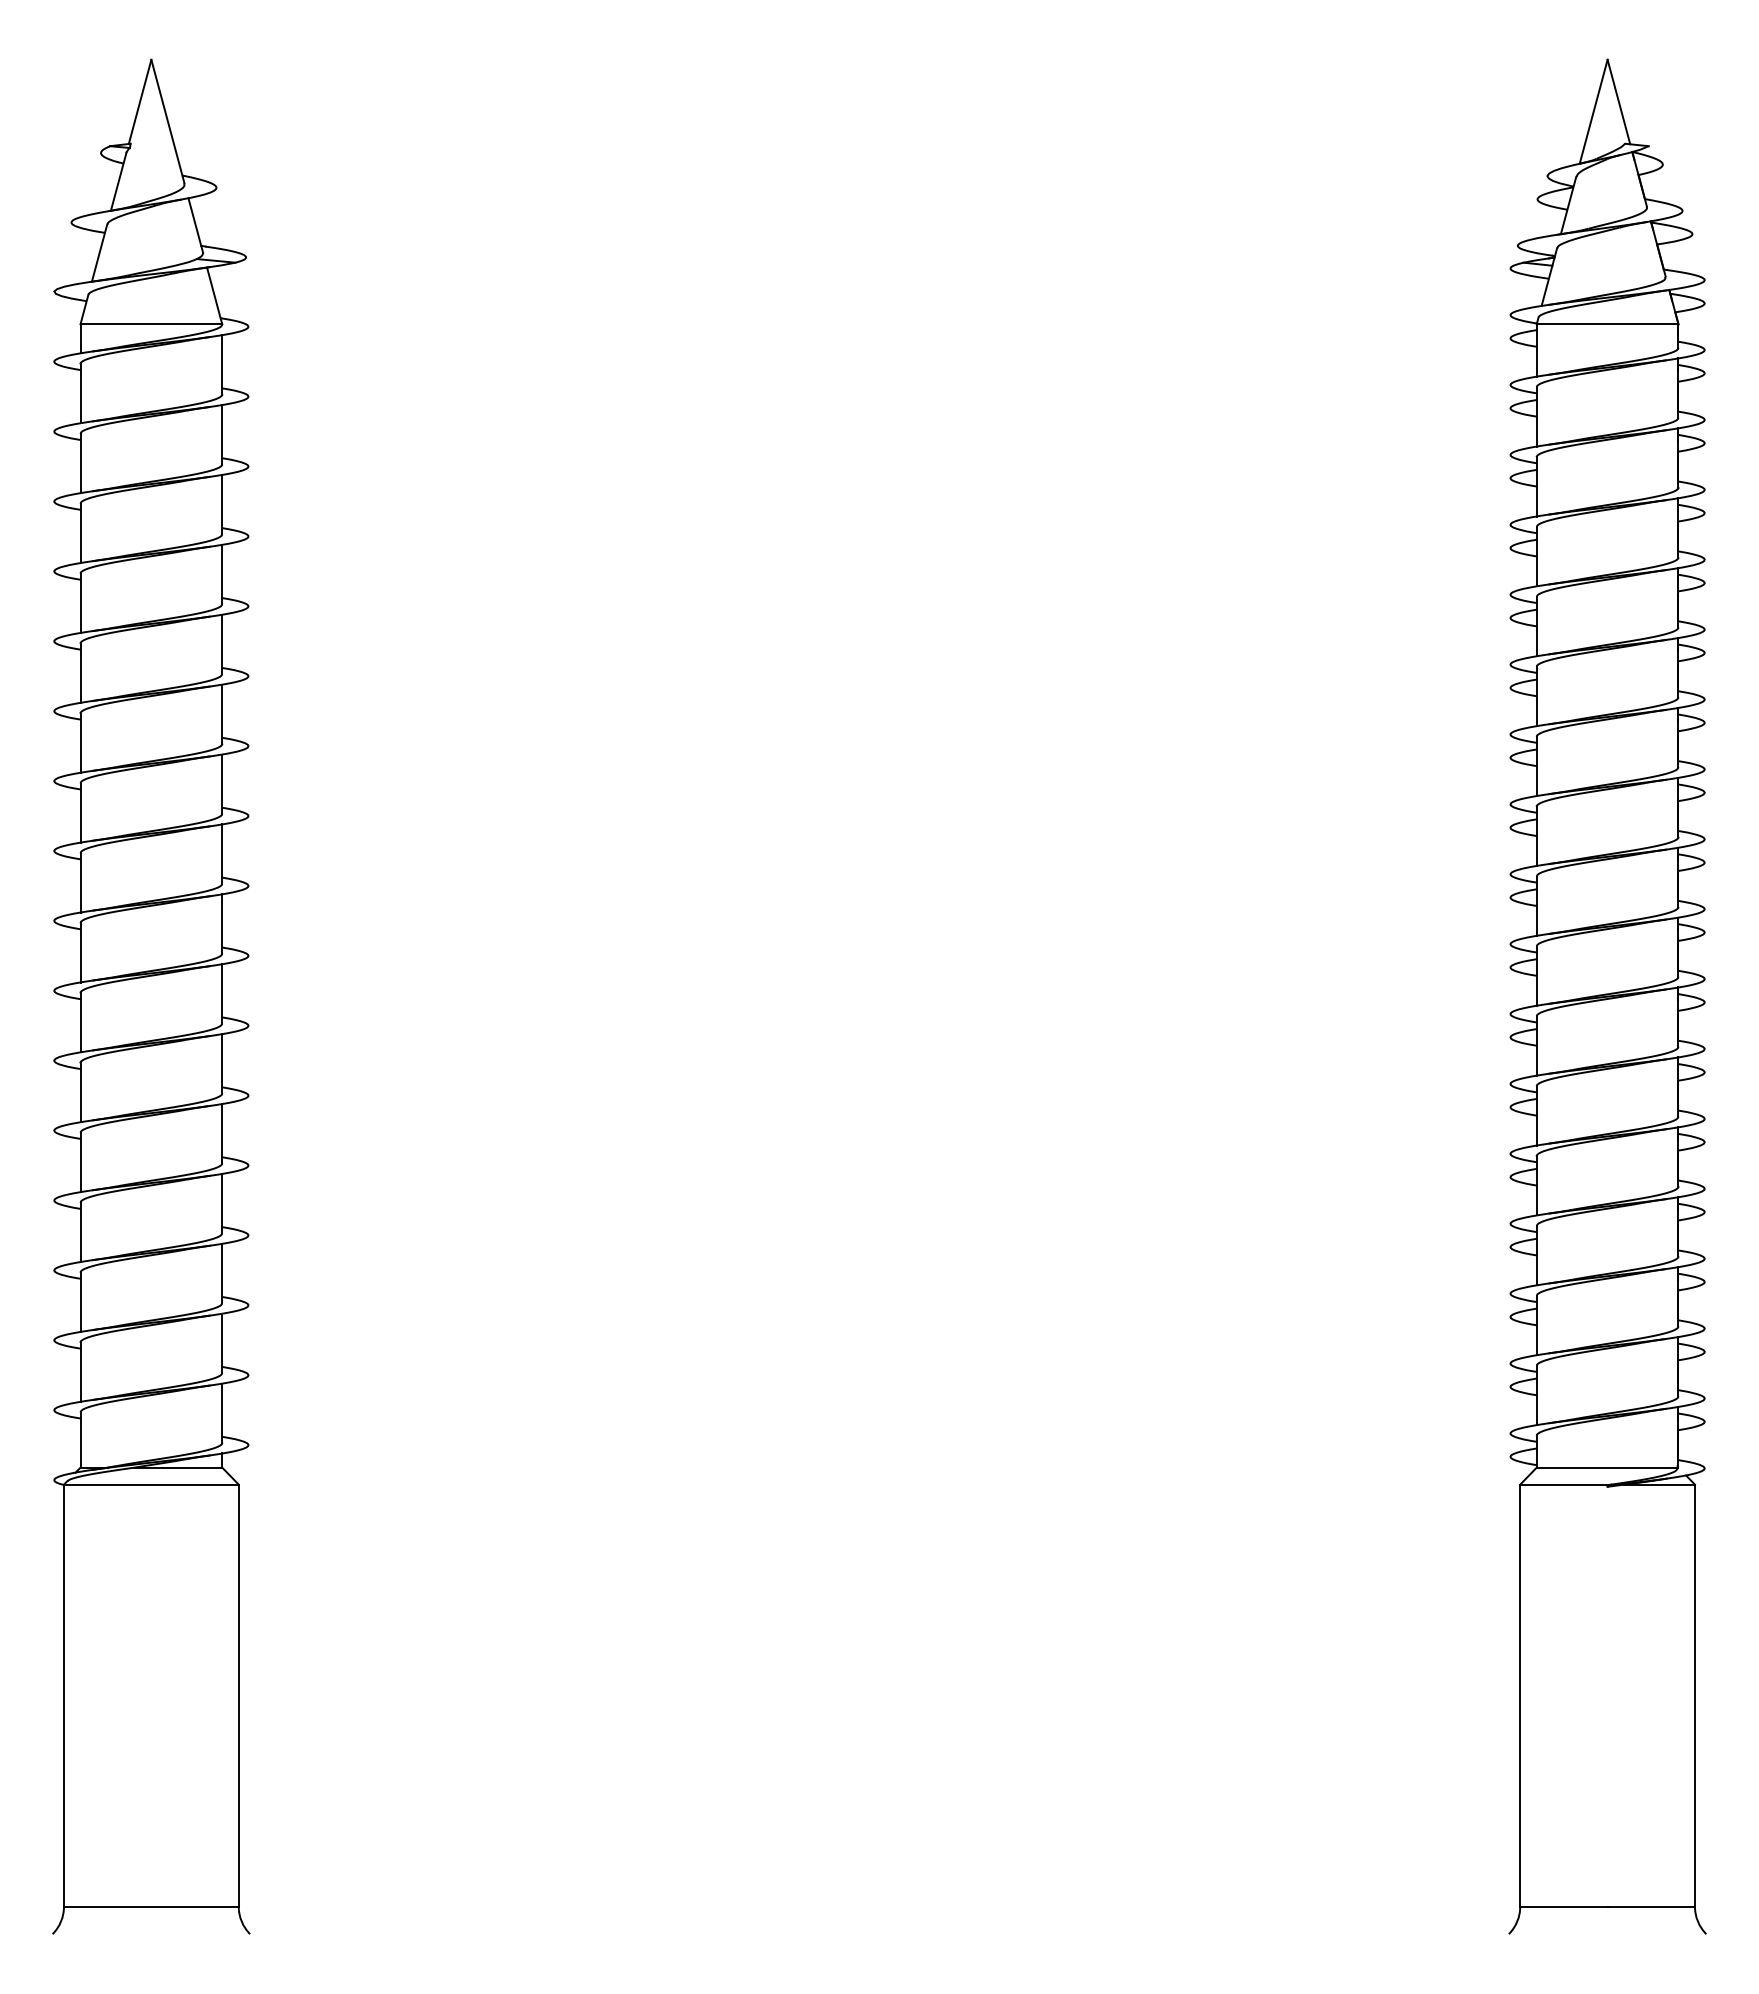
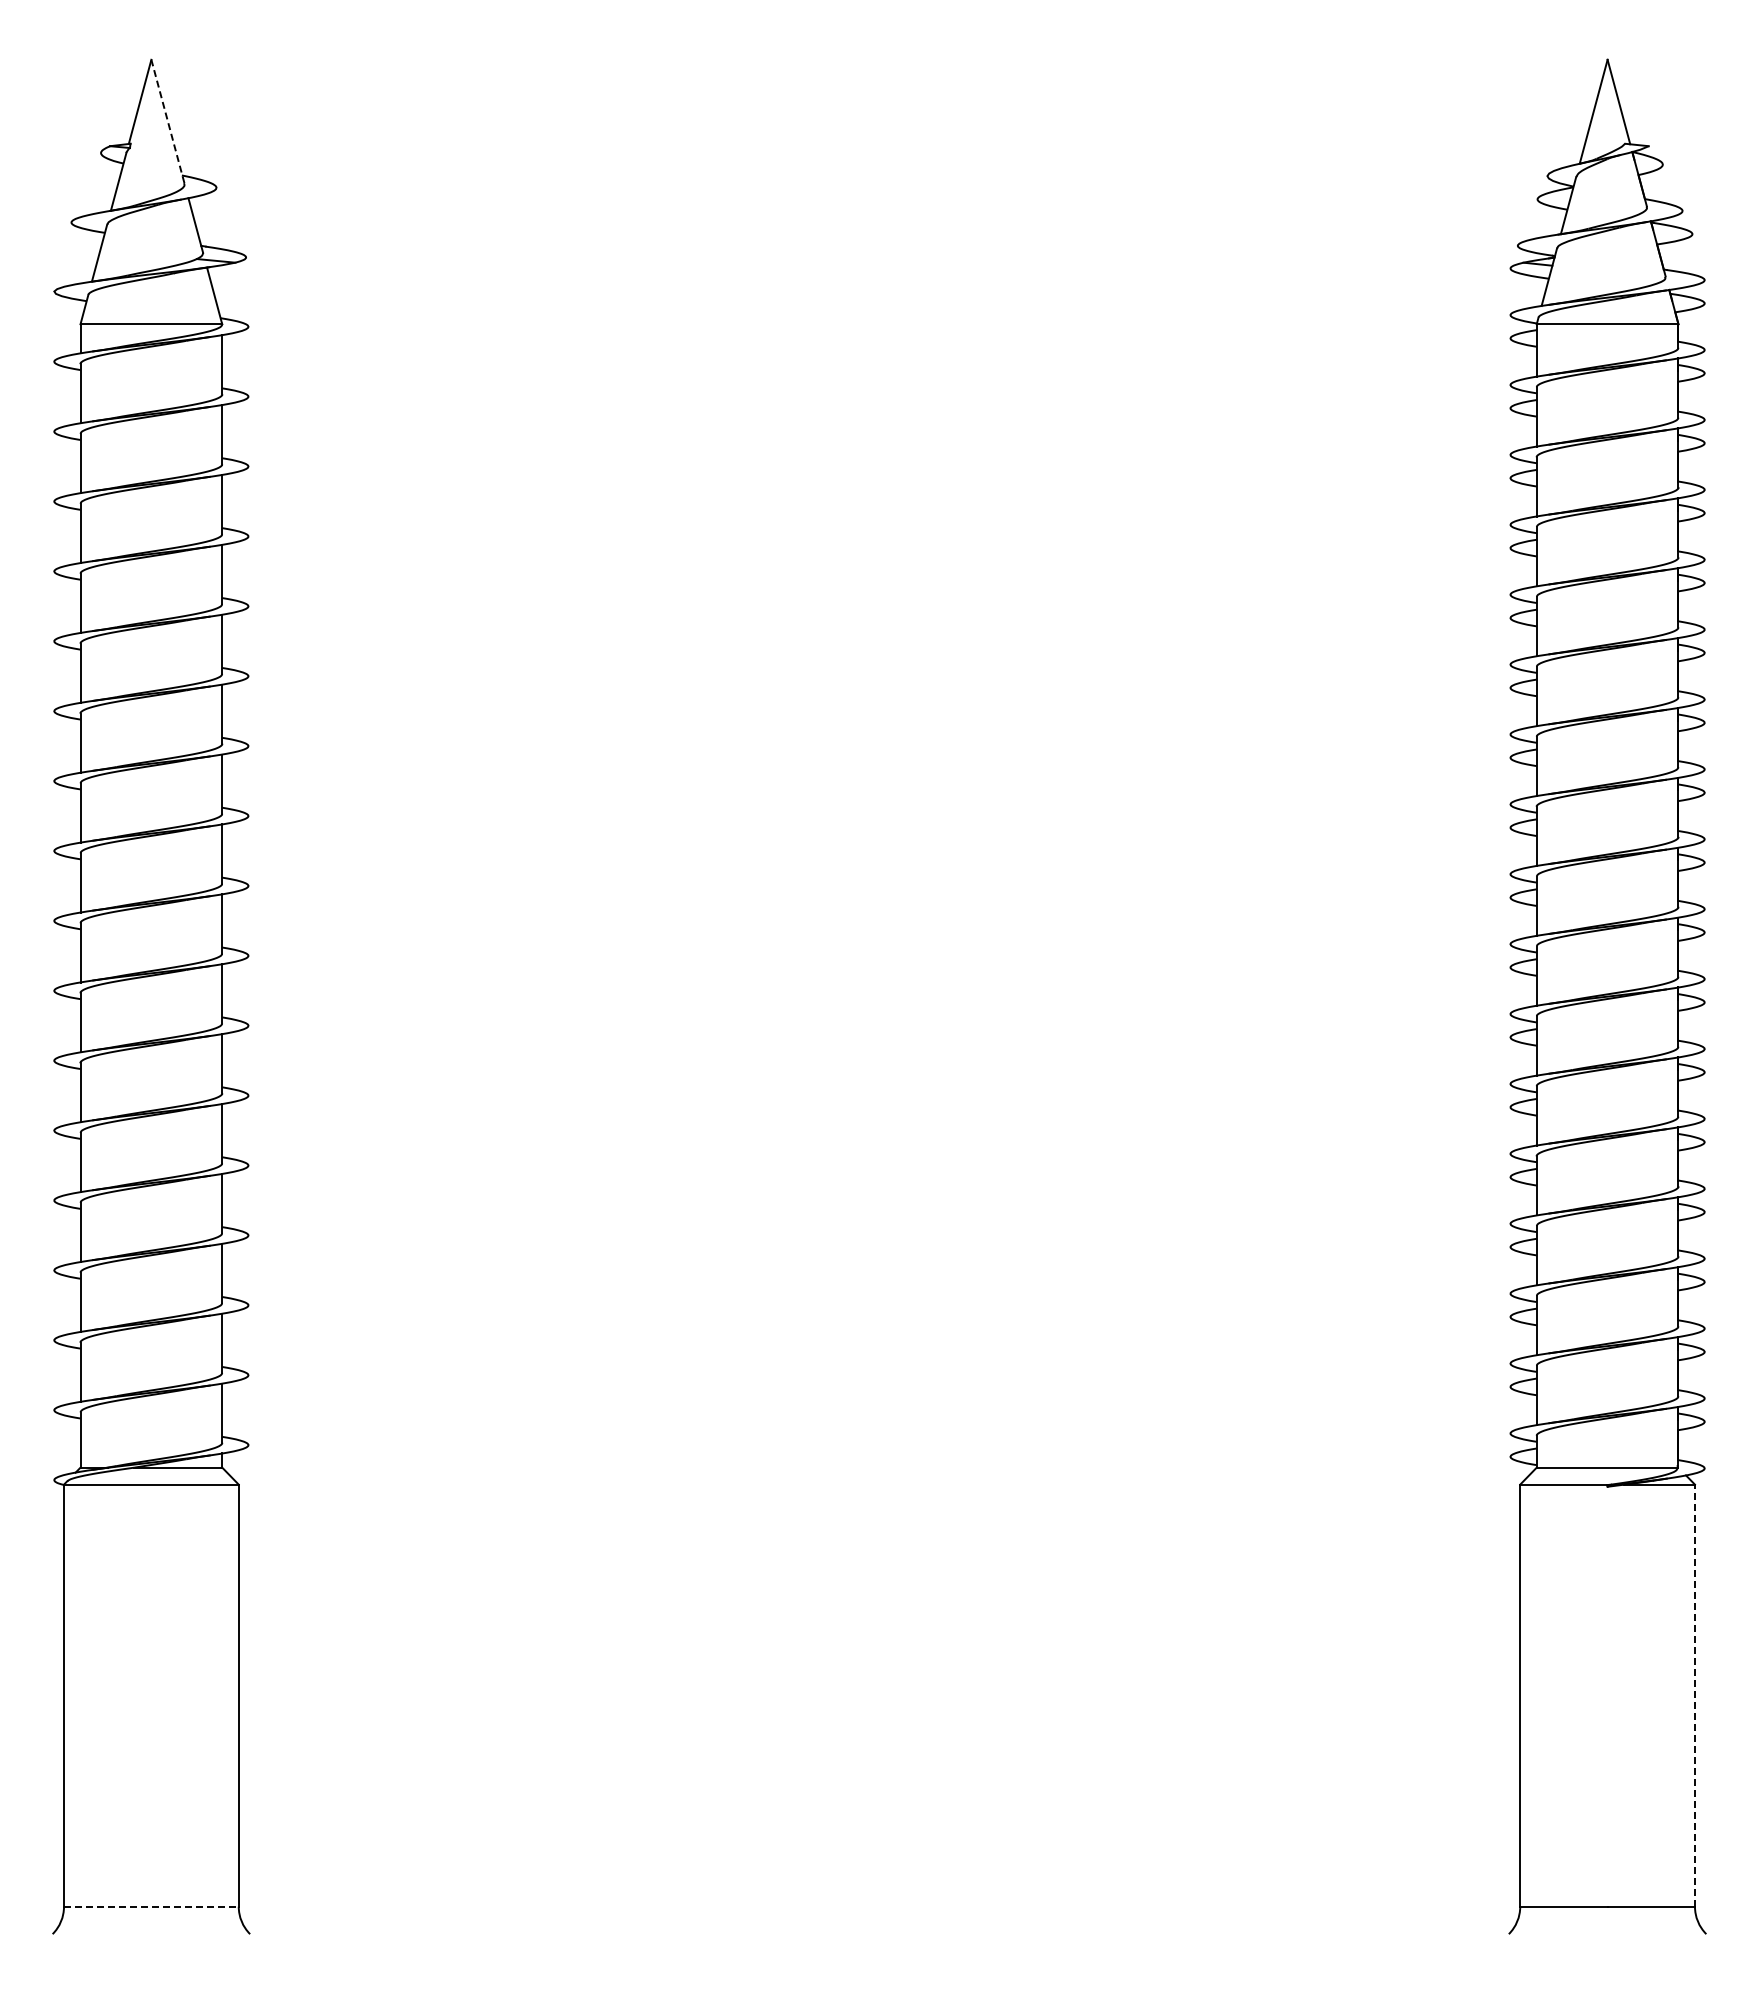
line at (167, 121): solid -> dashed
line at (1694, 1695): solid -> dashed
line at (151, 1906): solid -> dashed
